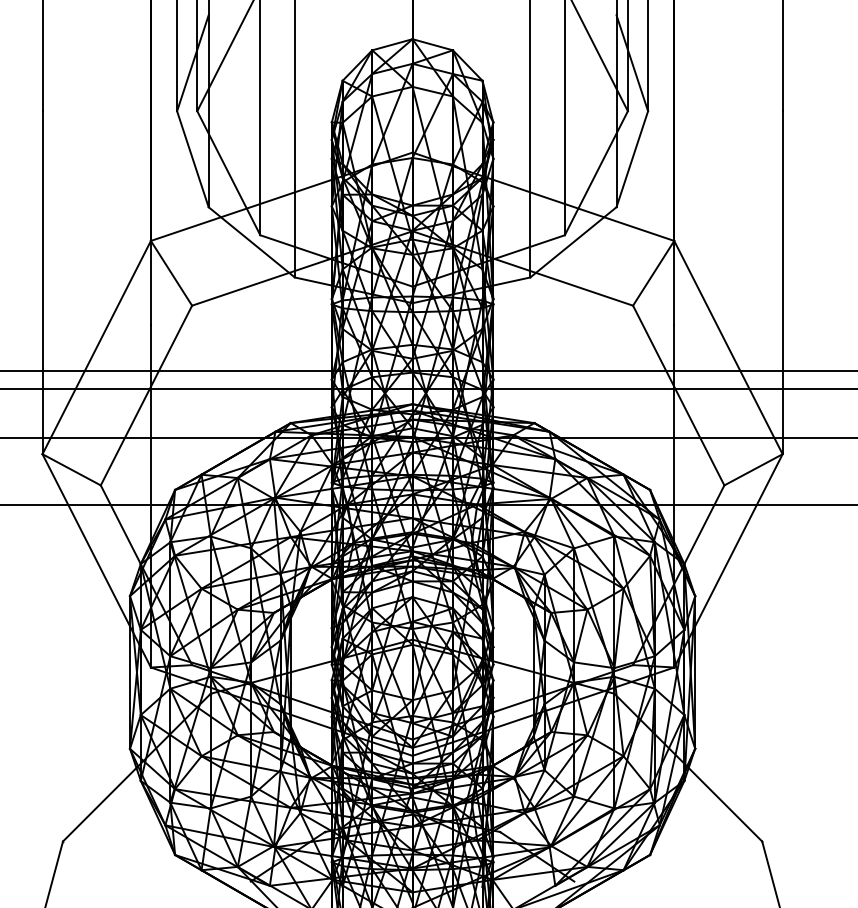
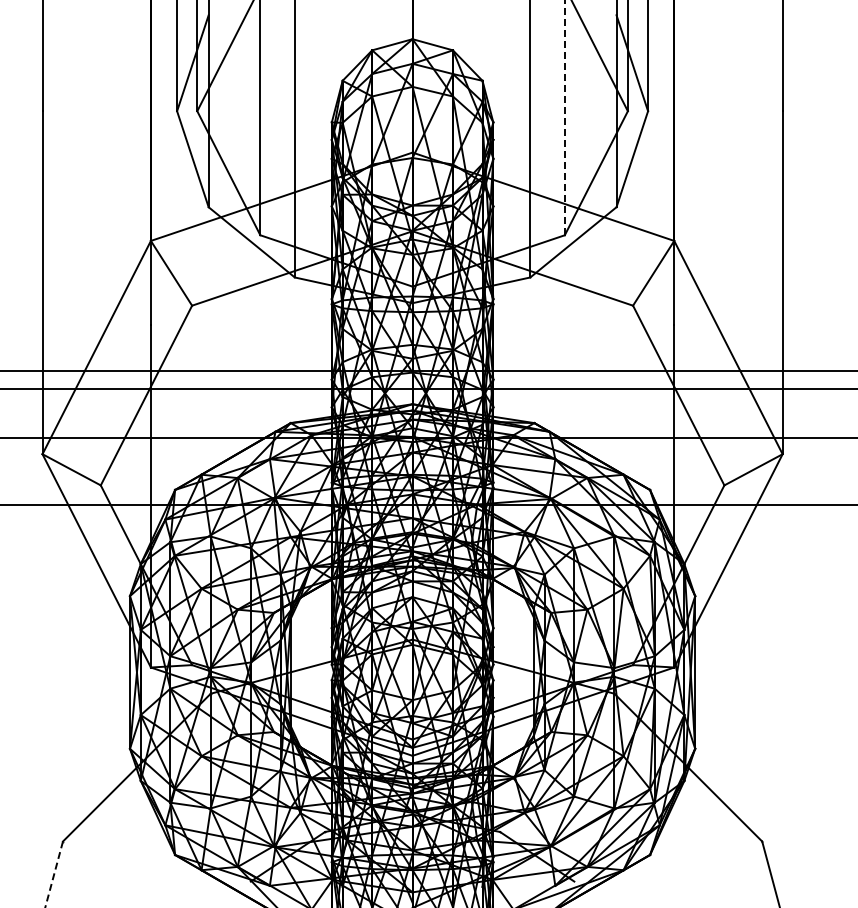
line at (564, 117): solid -> dashed
line at (54, 874): solid -> dashed
